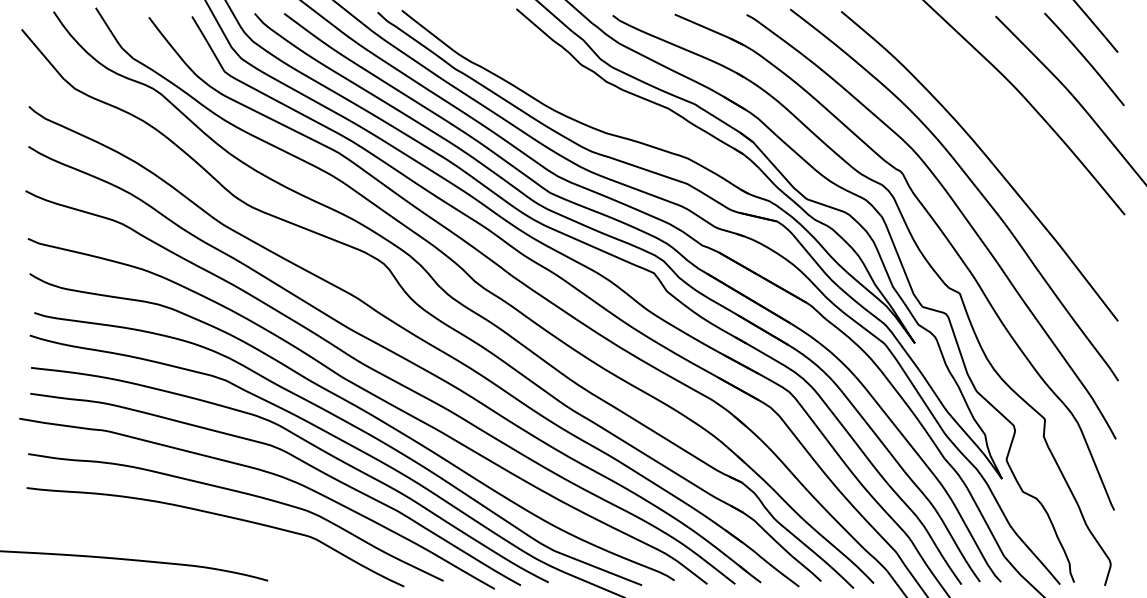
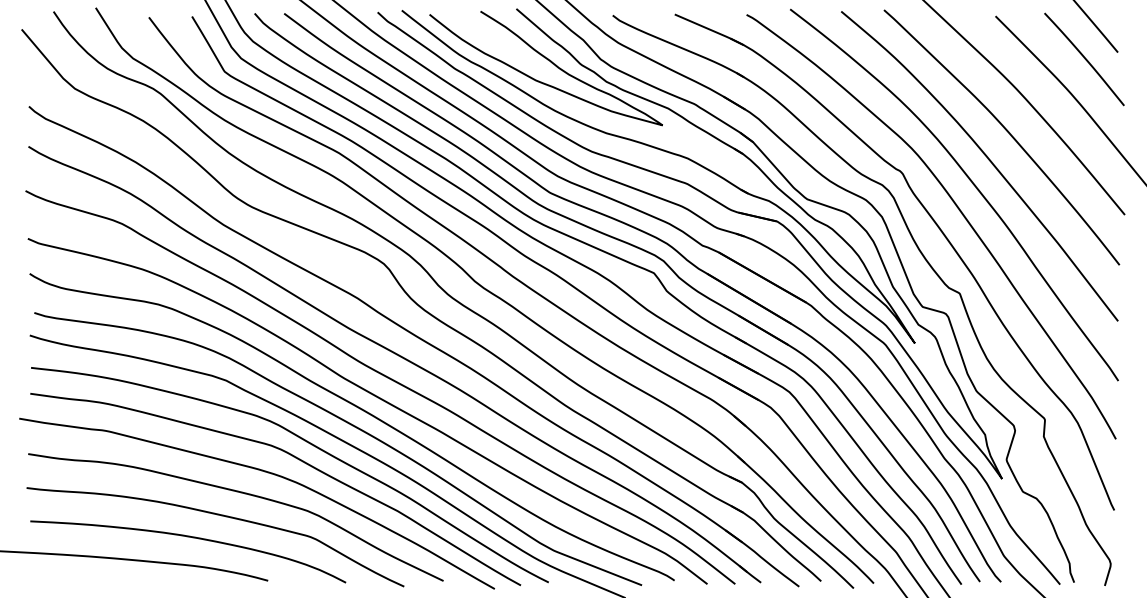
curve at (550, 62): none -> present
curve at (1006, 131): none -> present
curve at (192, 538): none -> present
